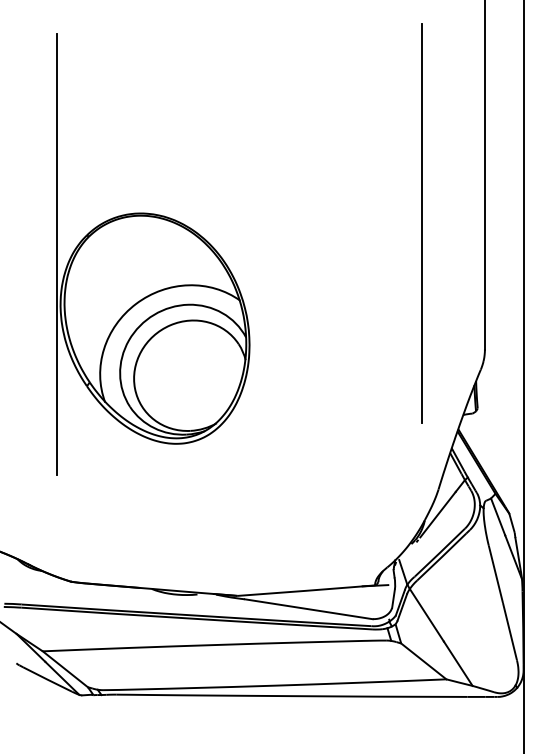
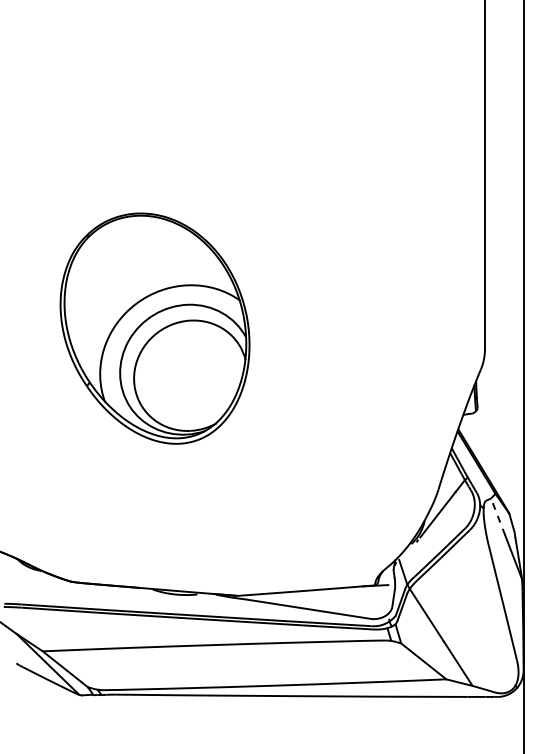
line at (422, 223): present -> none
line at (57, 254): present -> none
line at (498, 516): solid -> dashed
